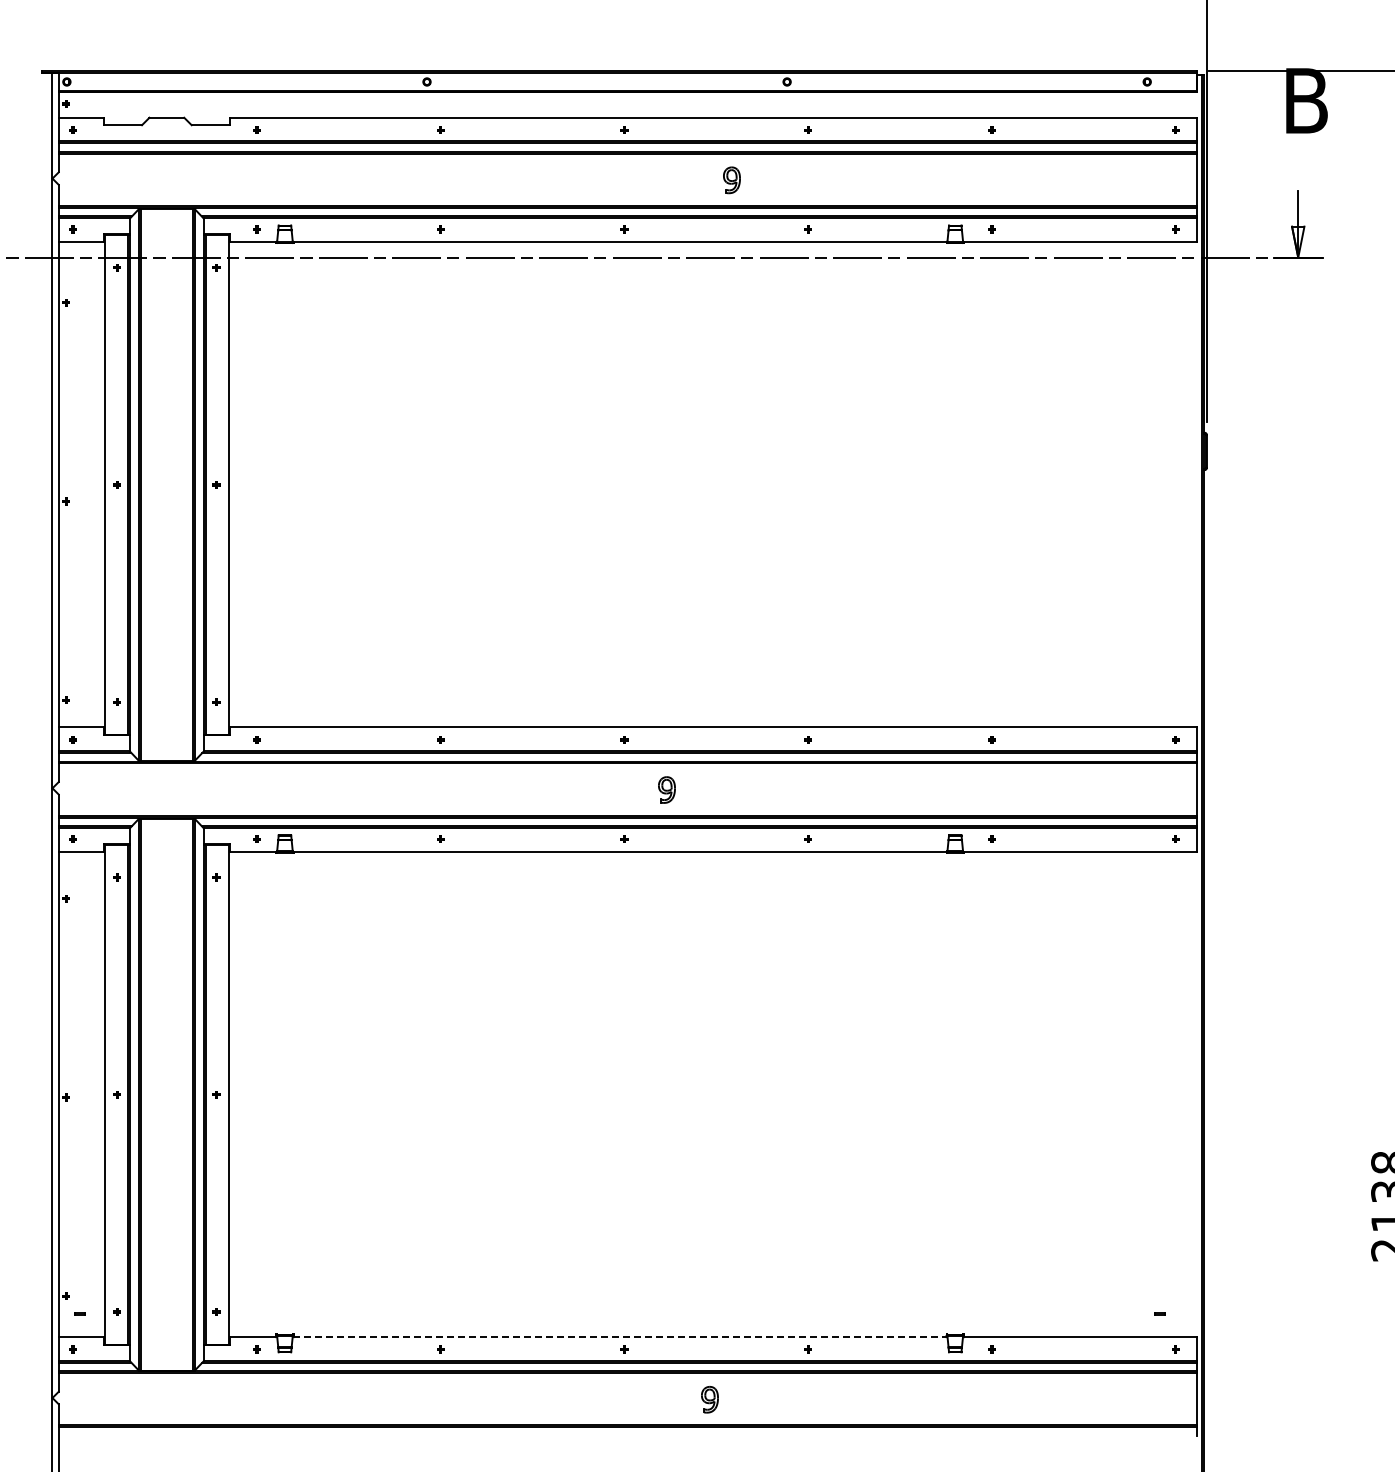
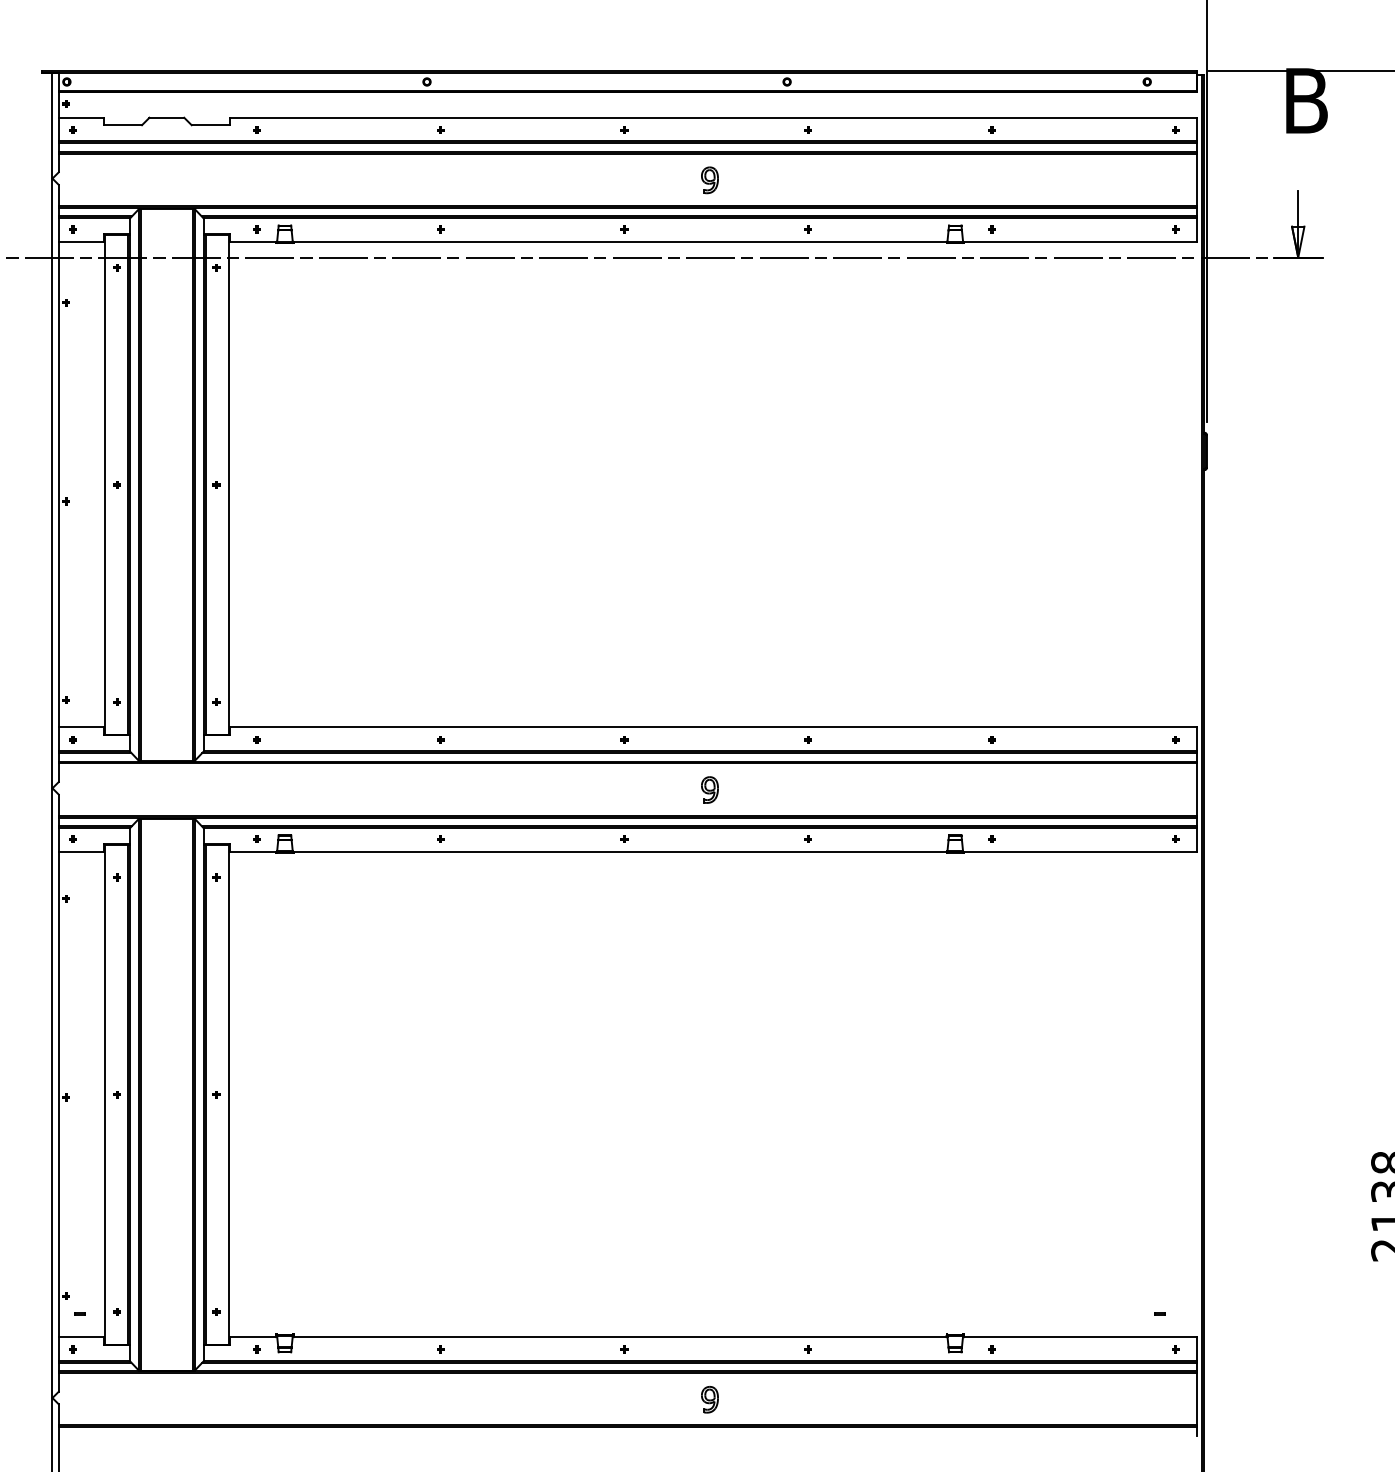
part at (731, 180) position: (731, 180) -> (709, 180)
part at (666, 789) position: (666, 789) -> (709, 789)
line at (620, 1337): dashed -> solid
